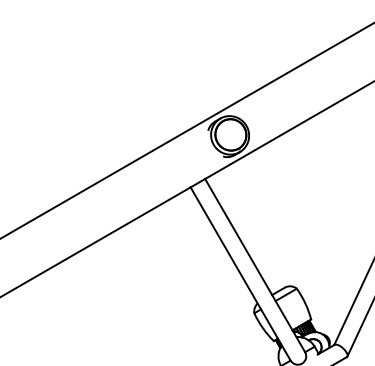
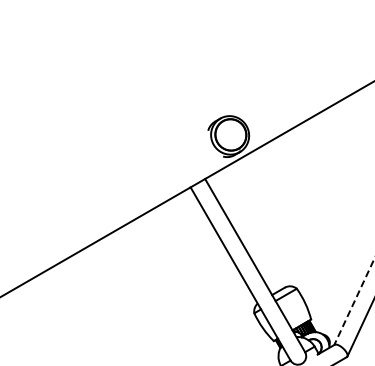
line at (186, 130): present -> none
line at (354, 301): solid -> dashed
